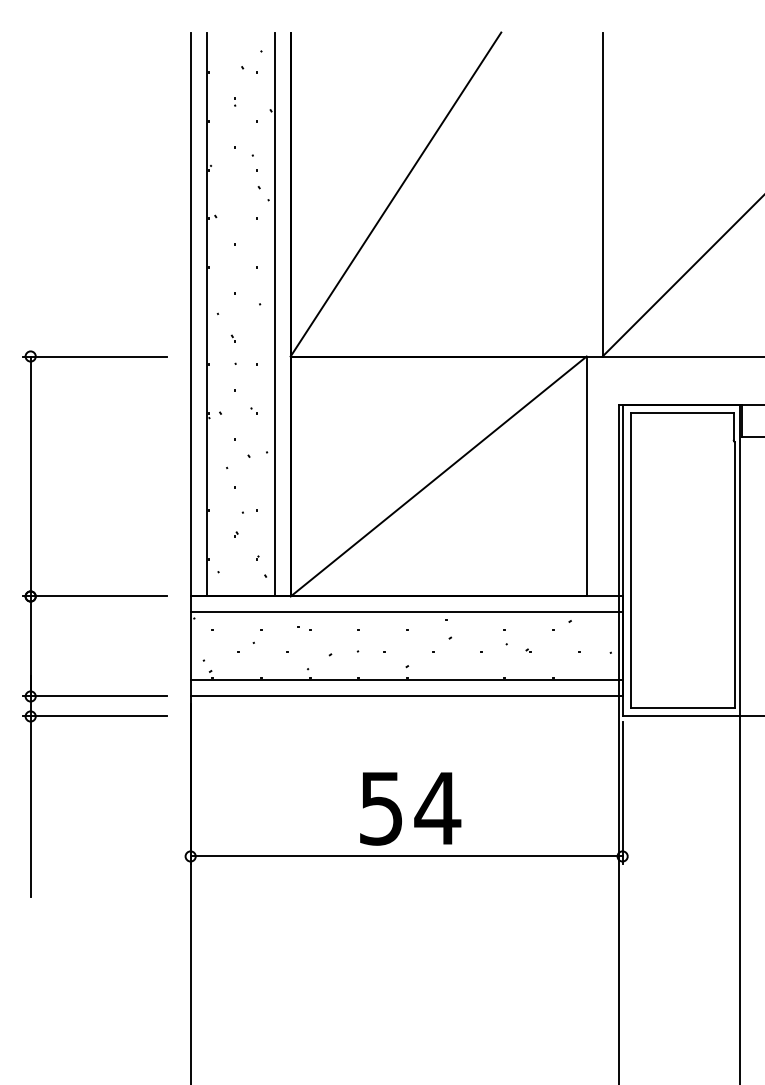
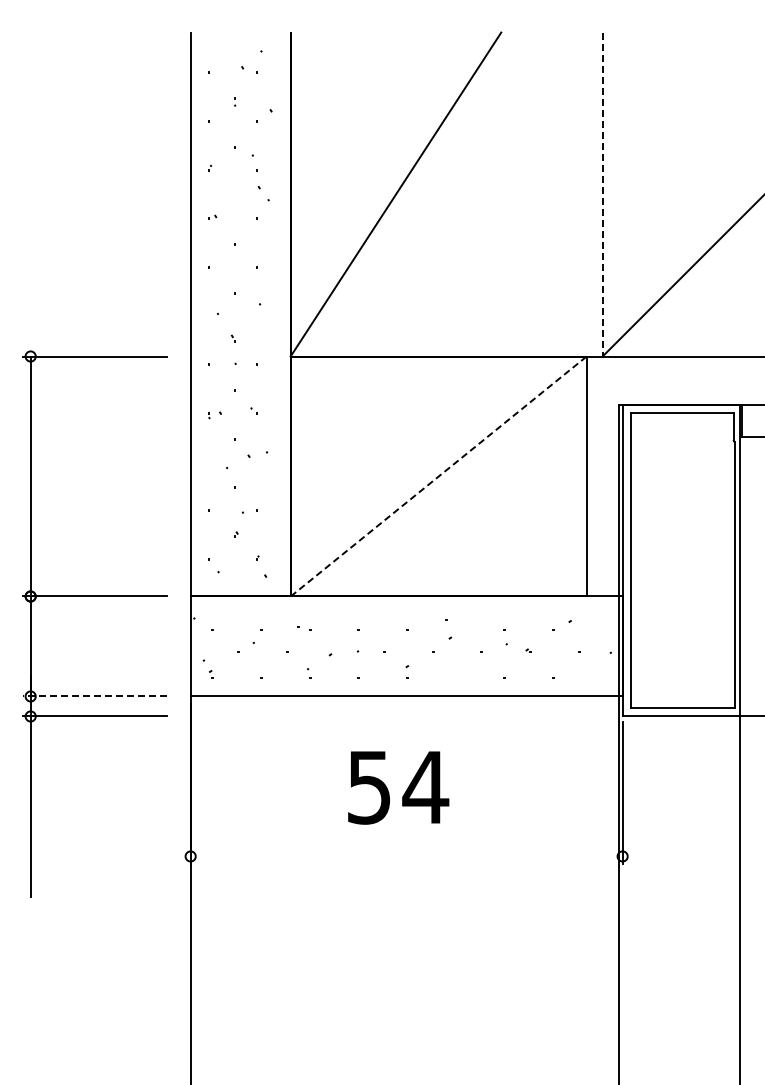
line at (602, 194): solid -> dashed
line at (206, 314): present -> none
line at (274, 314): present -> none
line at (438, 476): solid -> dashed
line at (406, 612): present -> none
line at (406, 680): present -> none
line at (94, 696): solid -> dashed
text at (410, 808) position: (410, 808) -> (398, 787)
line at (406, 856): present -> none
